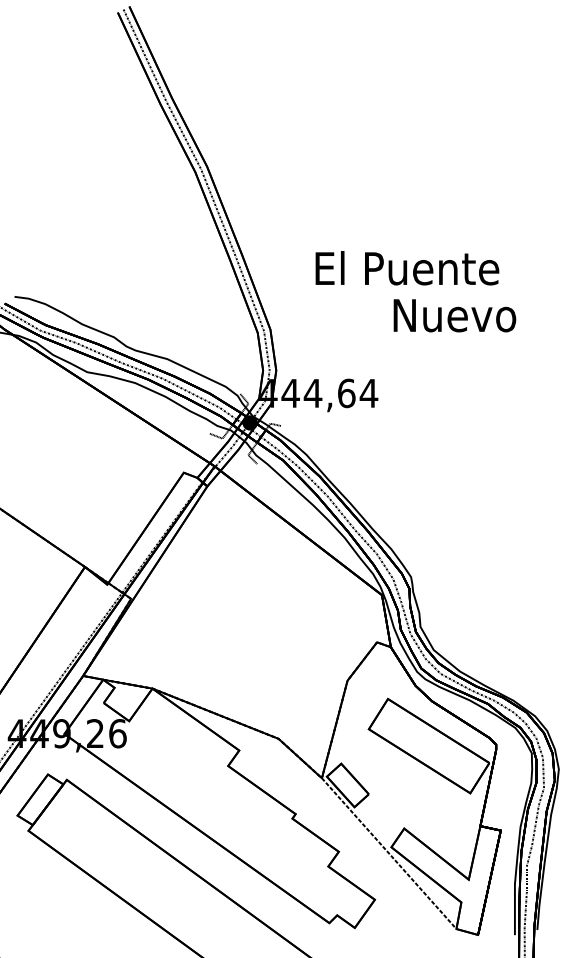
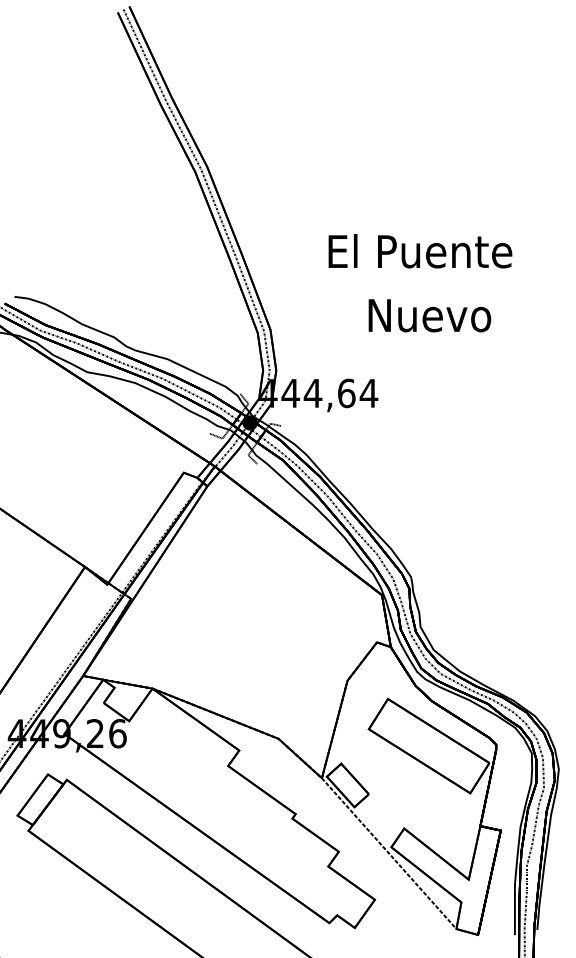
text at (407, 268) position: (407, 268) -> (420, 251)
text at (454, 315) position: (454, 315) -> (429, 315)
